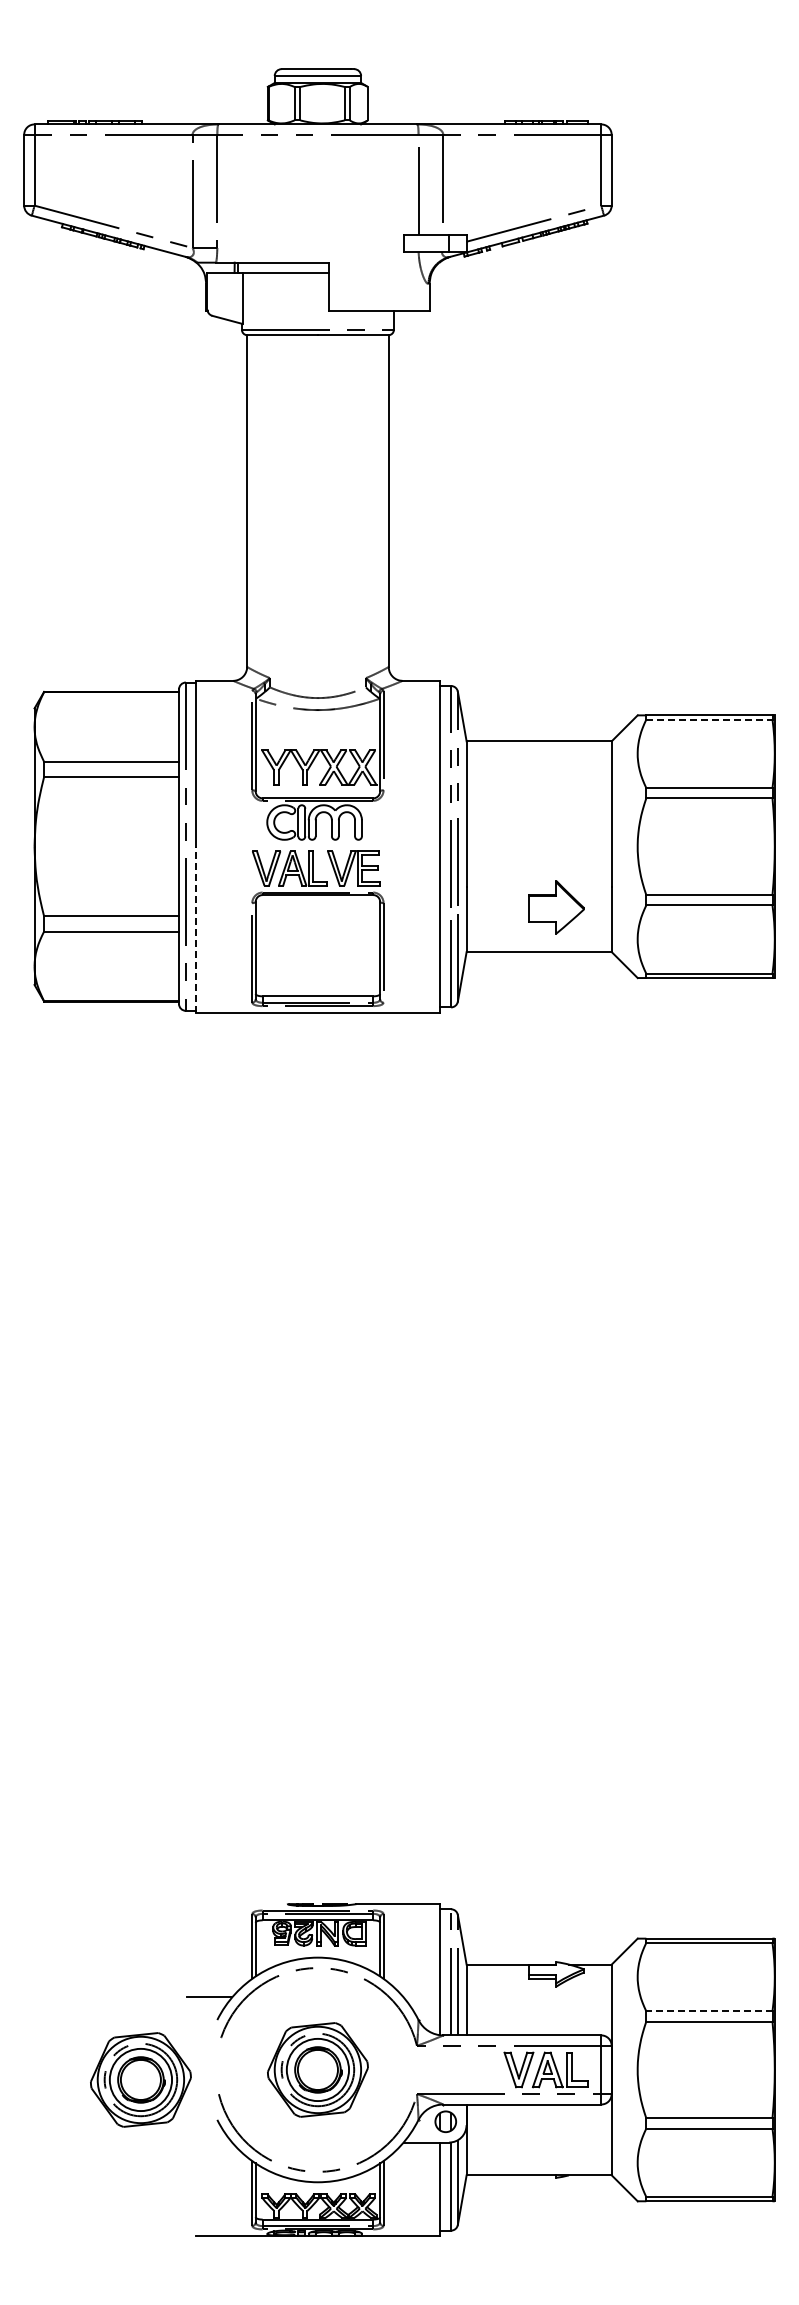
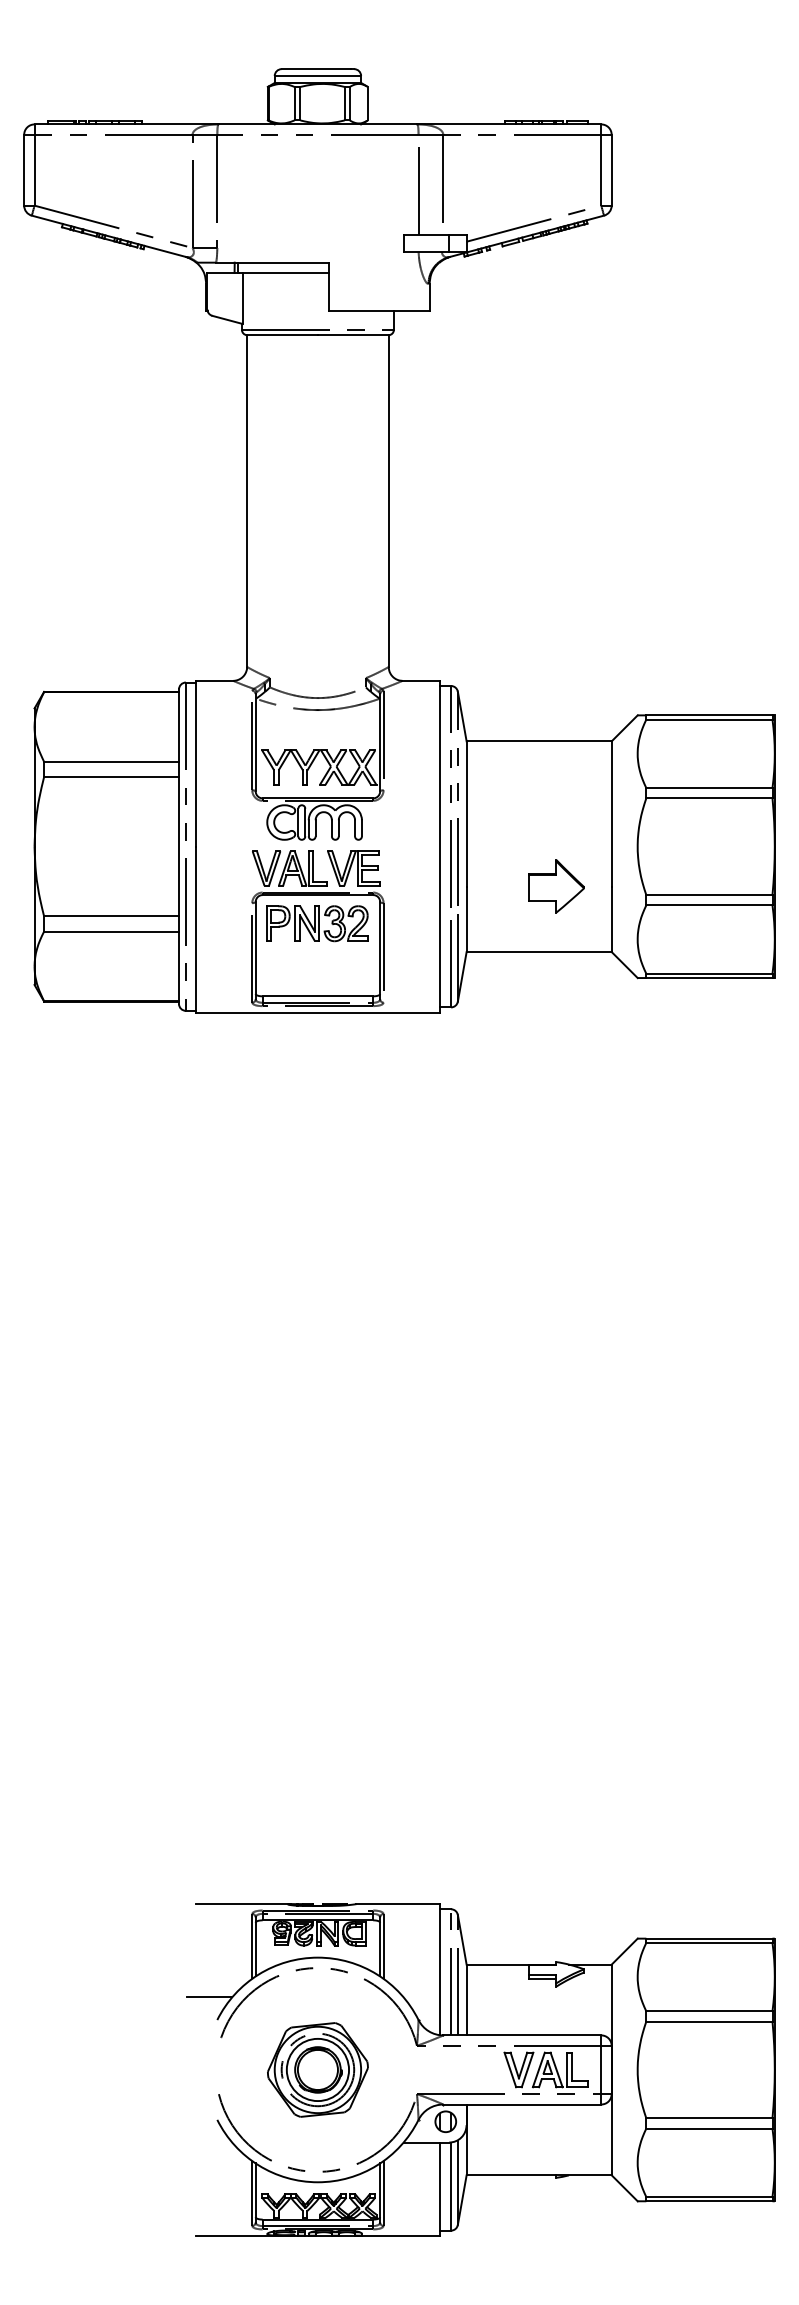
line at (709, 719): dashed -> solid
part at (556, 907) position: (556, 907) -> (556, 886)
part at (317, 923): none -> present
line at (196, 929): dashed -> solid
line at (243, 1904): none -> present
line at (708, 2011): dashed -> solid
part at (140, 2079): present -> none
